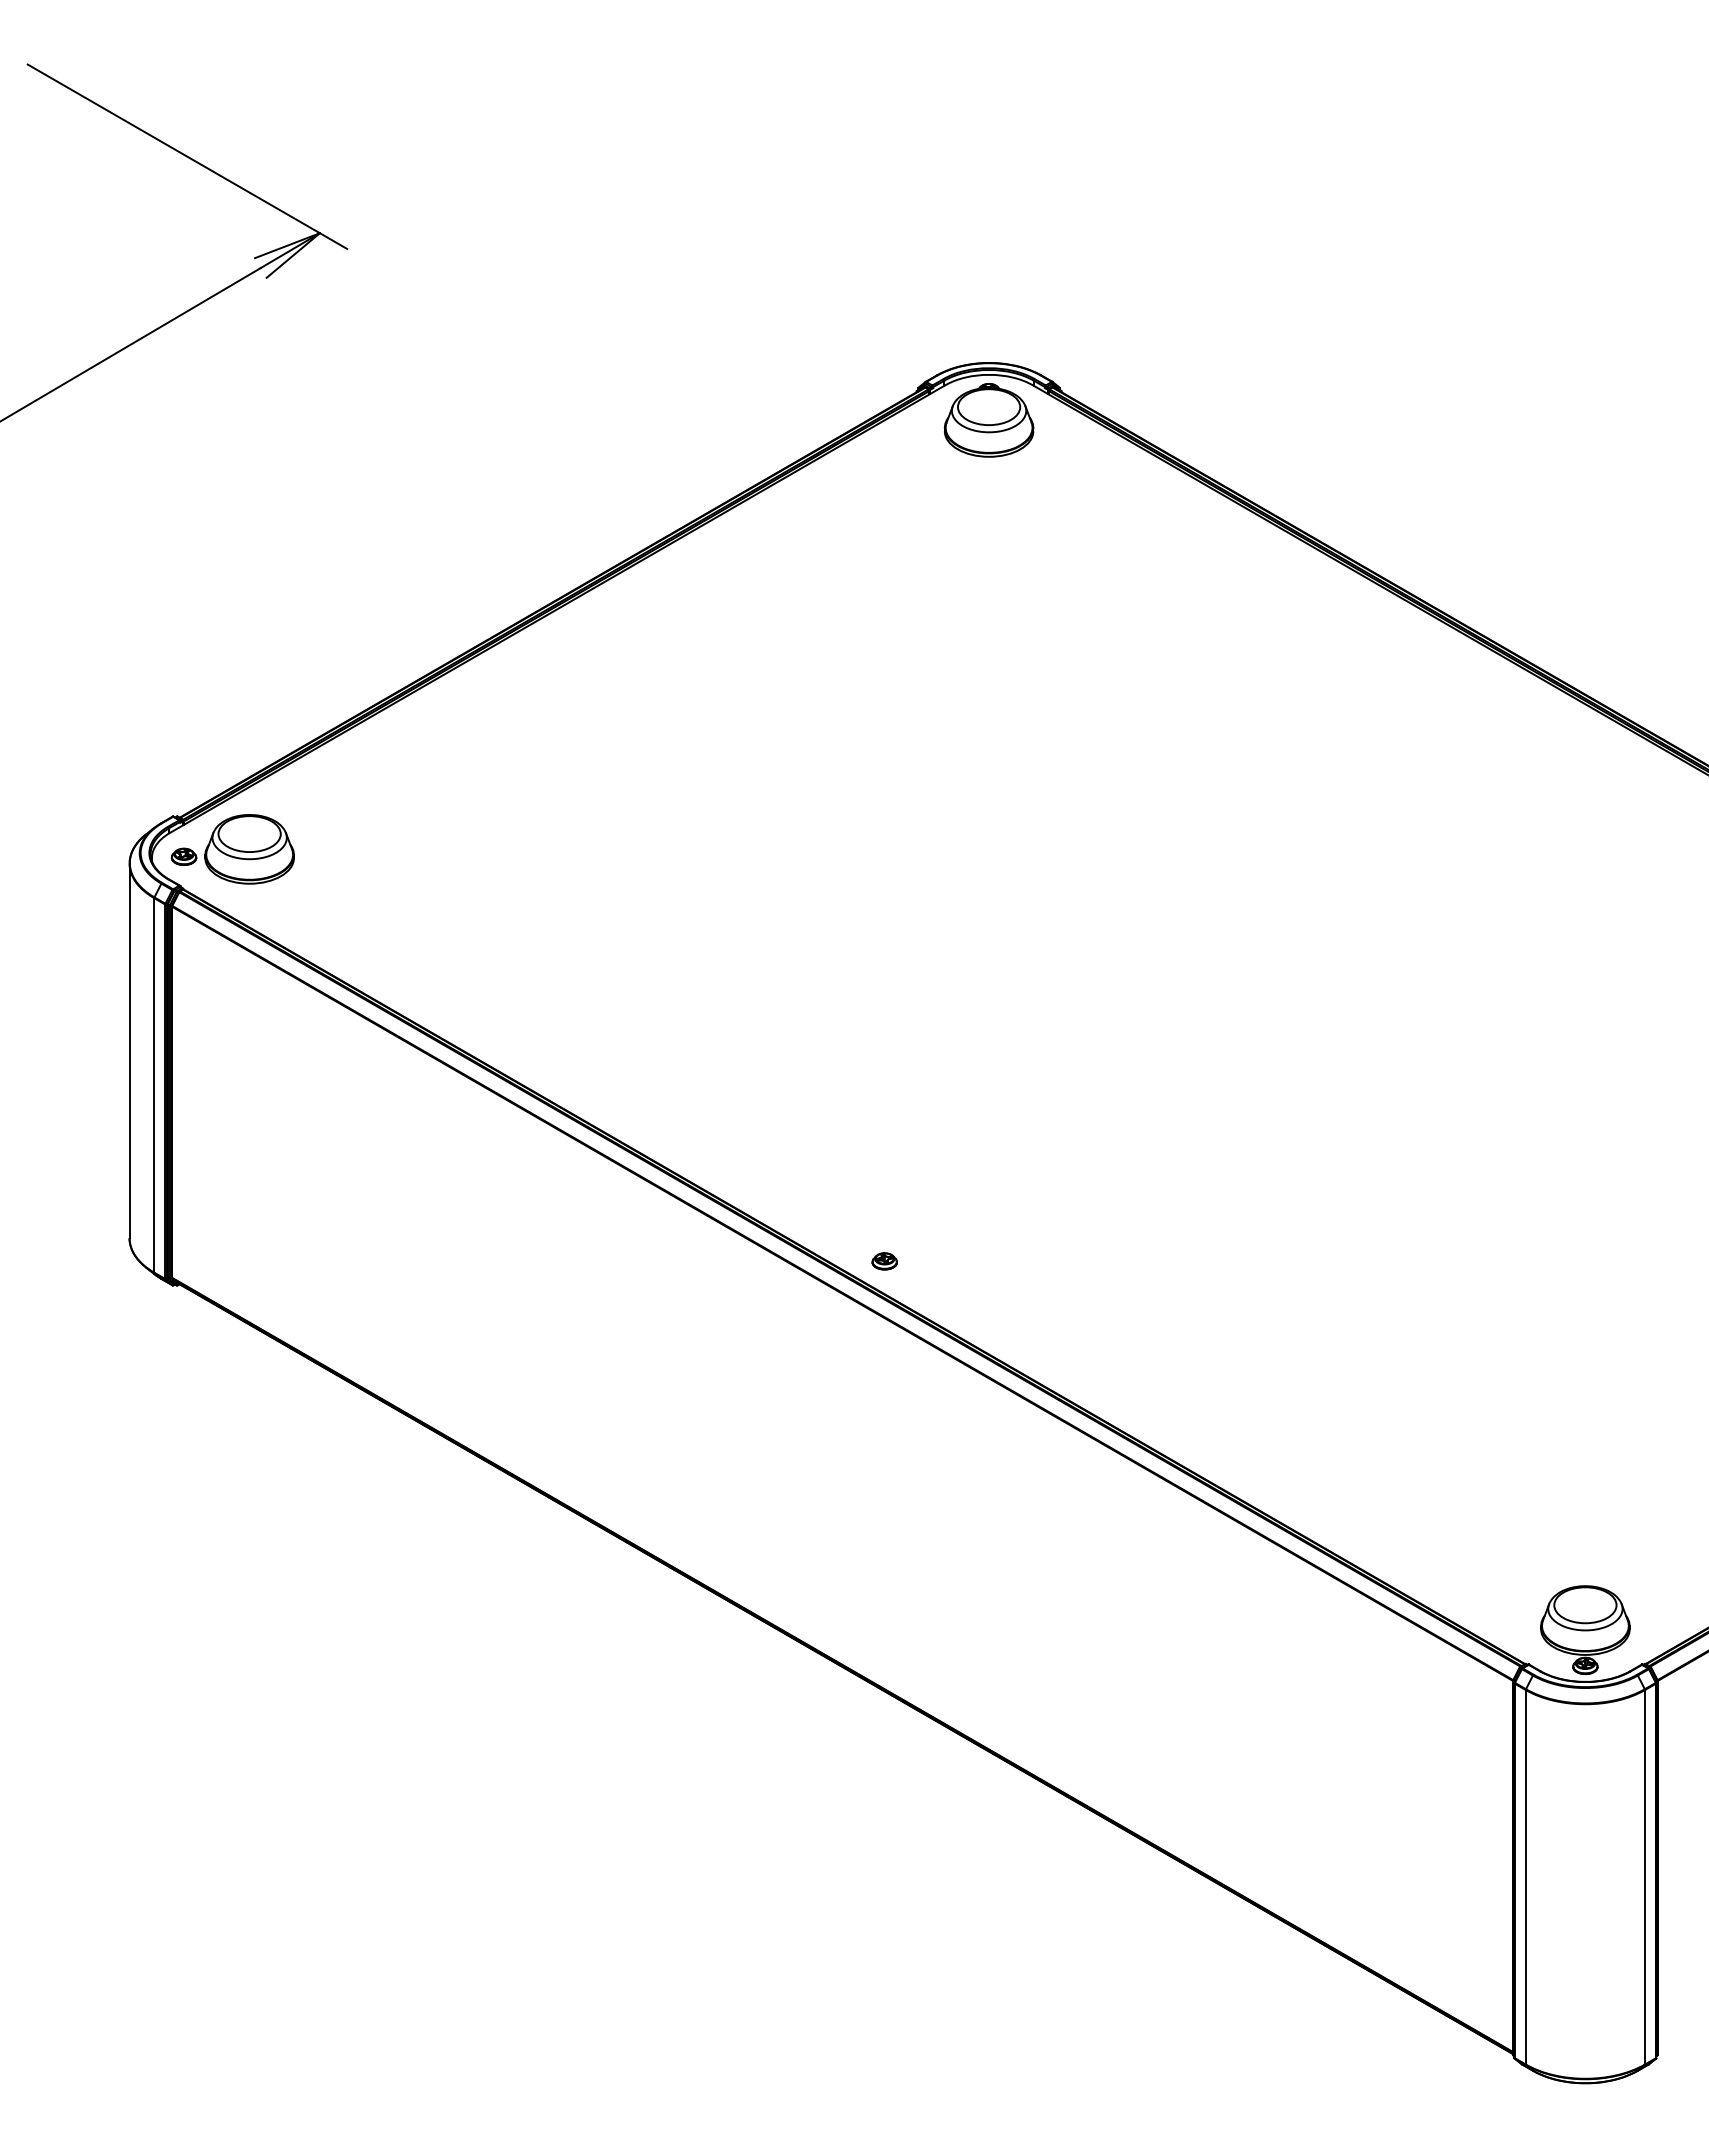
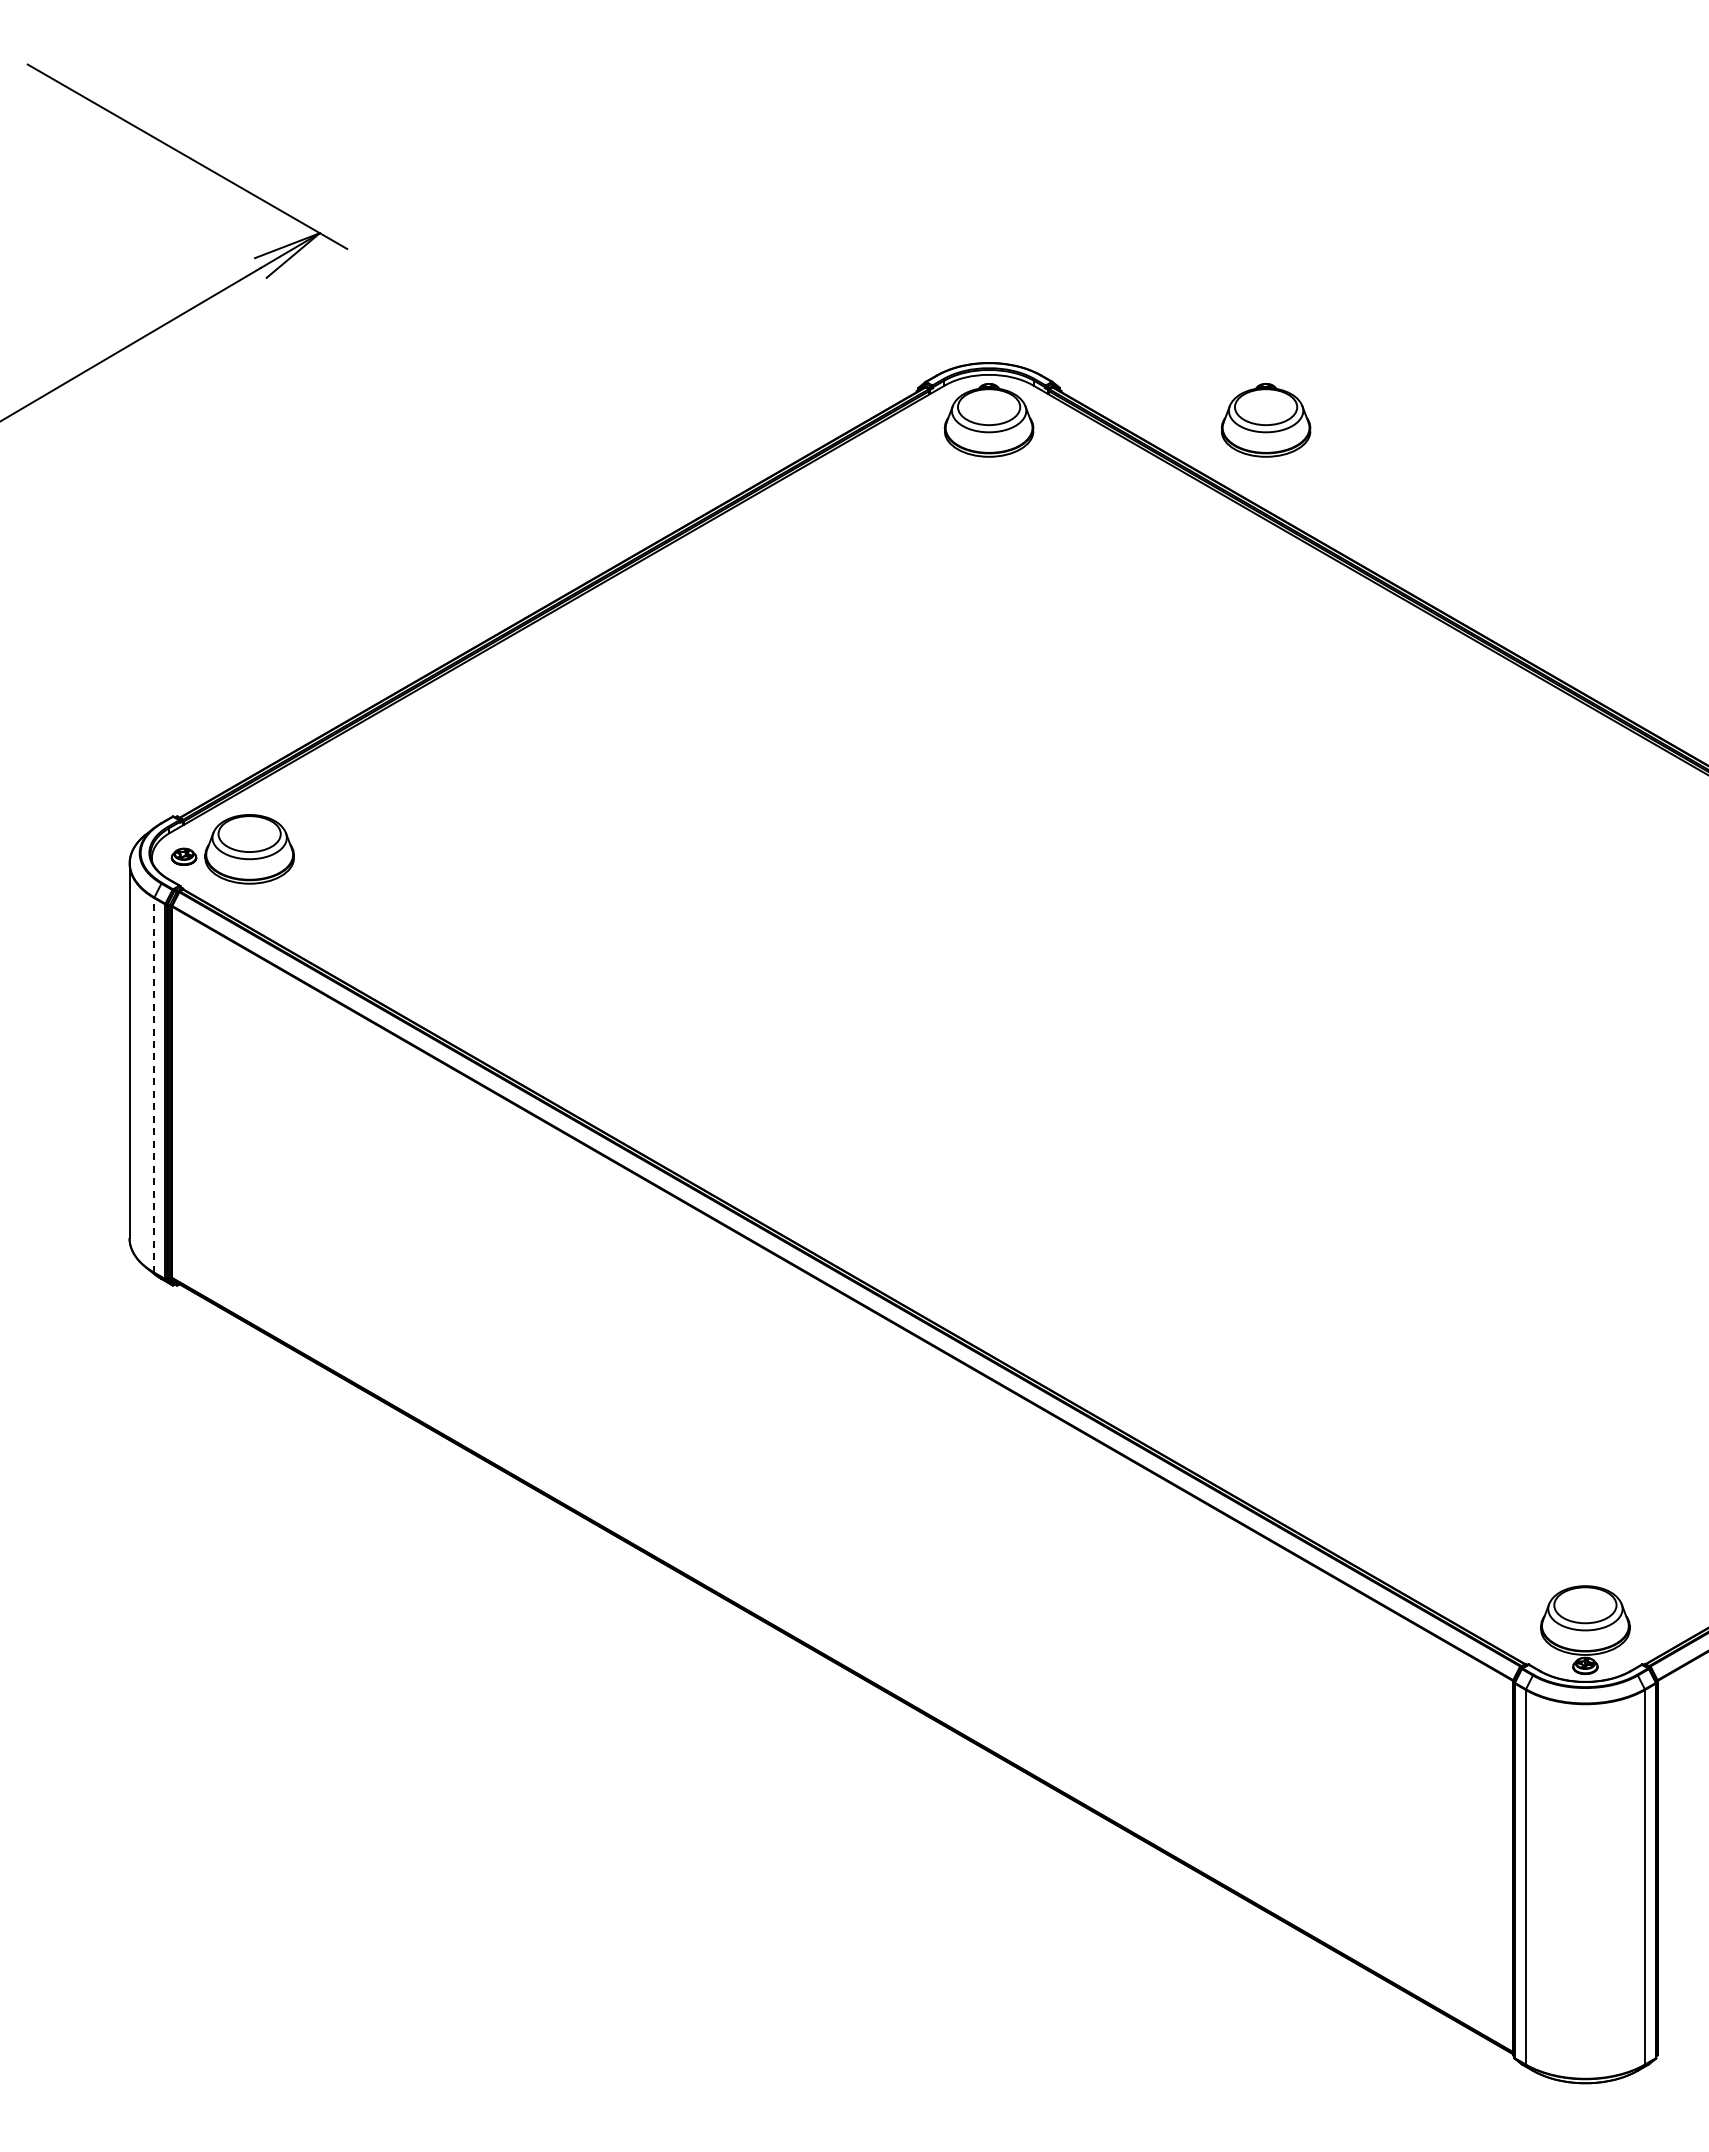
part at (1265, 420): none -> present
line at (154, 1084): solid -> dashed
part at (884, 1261): present -> none
